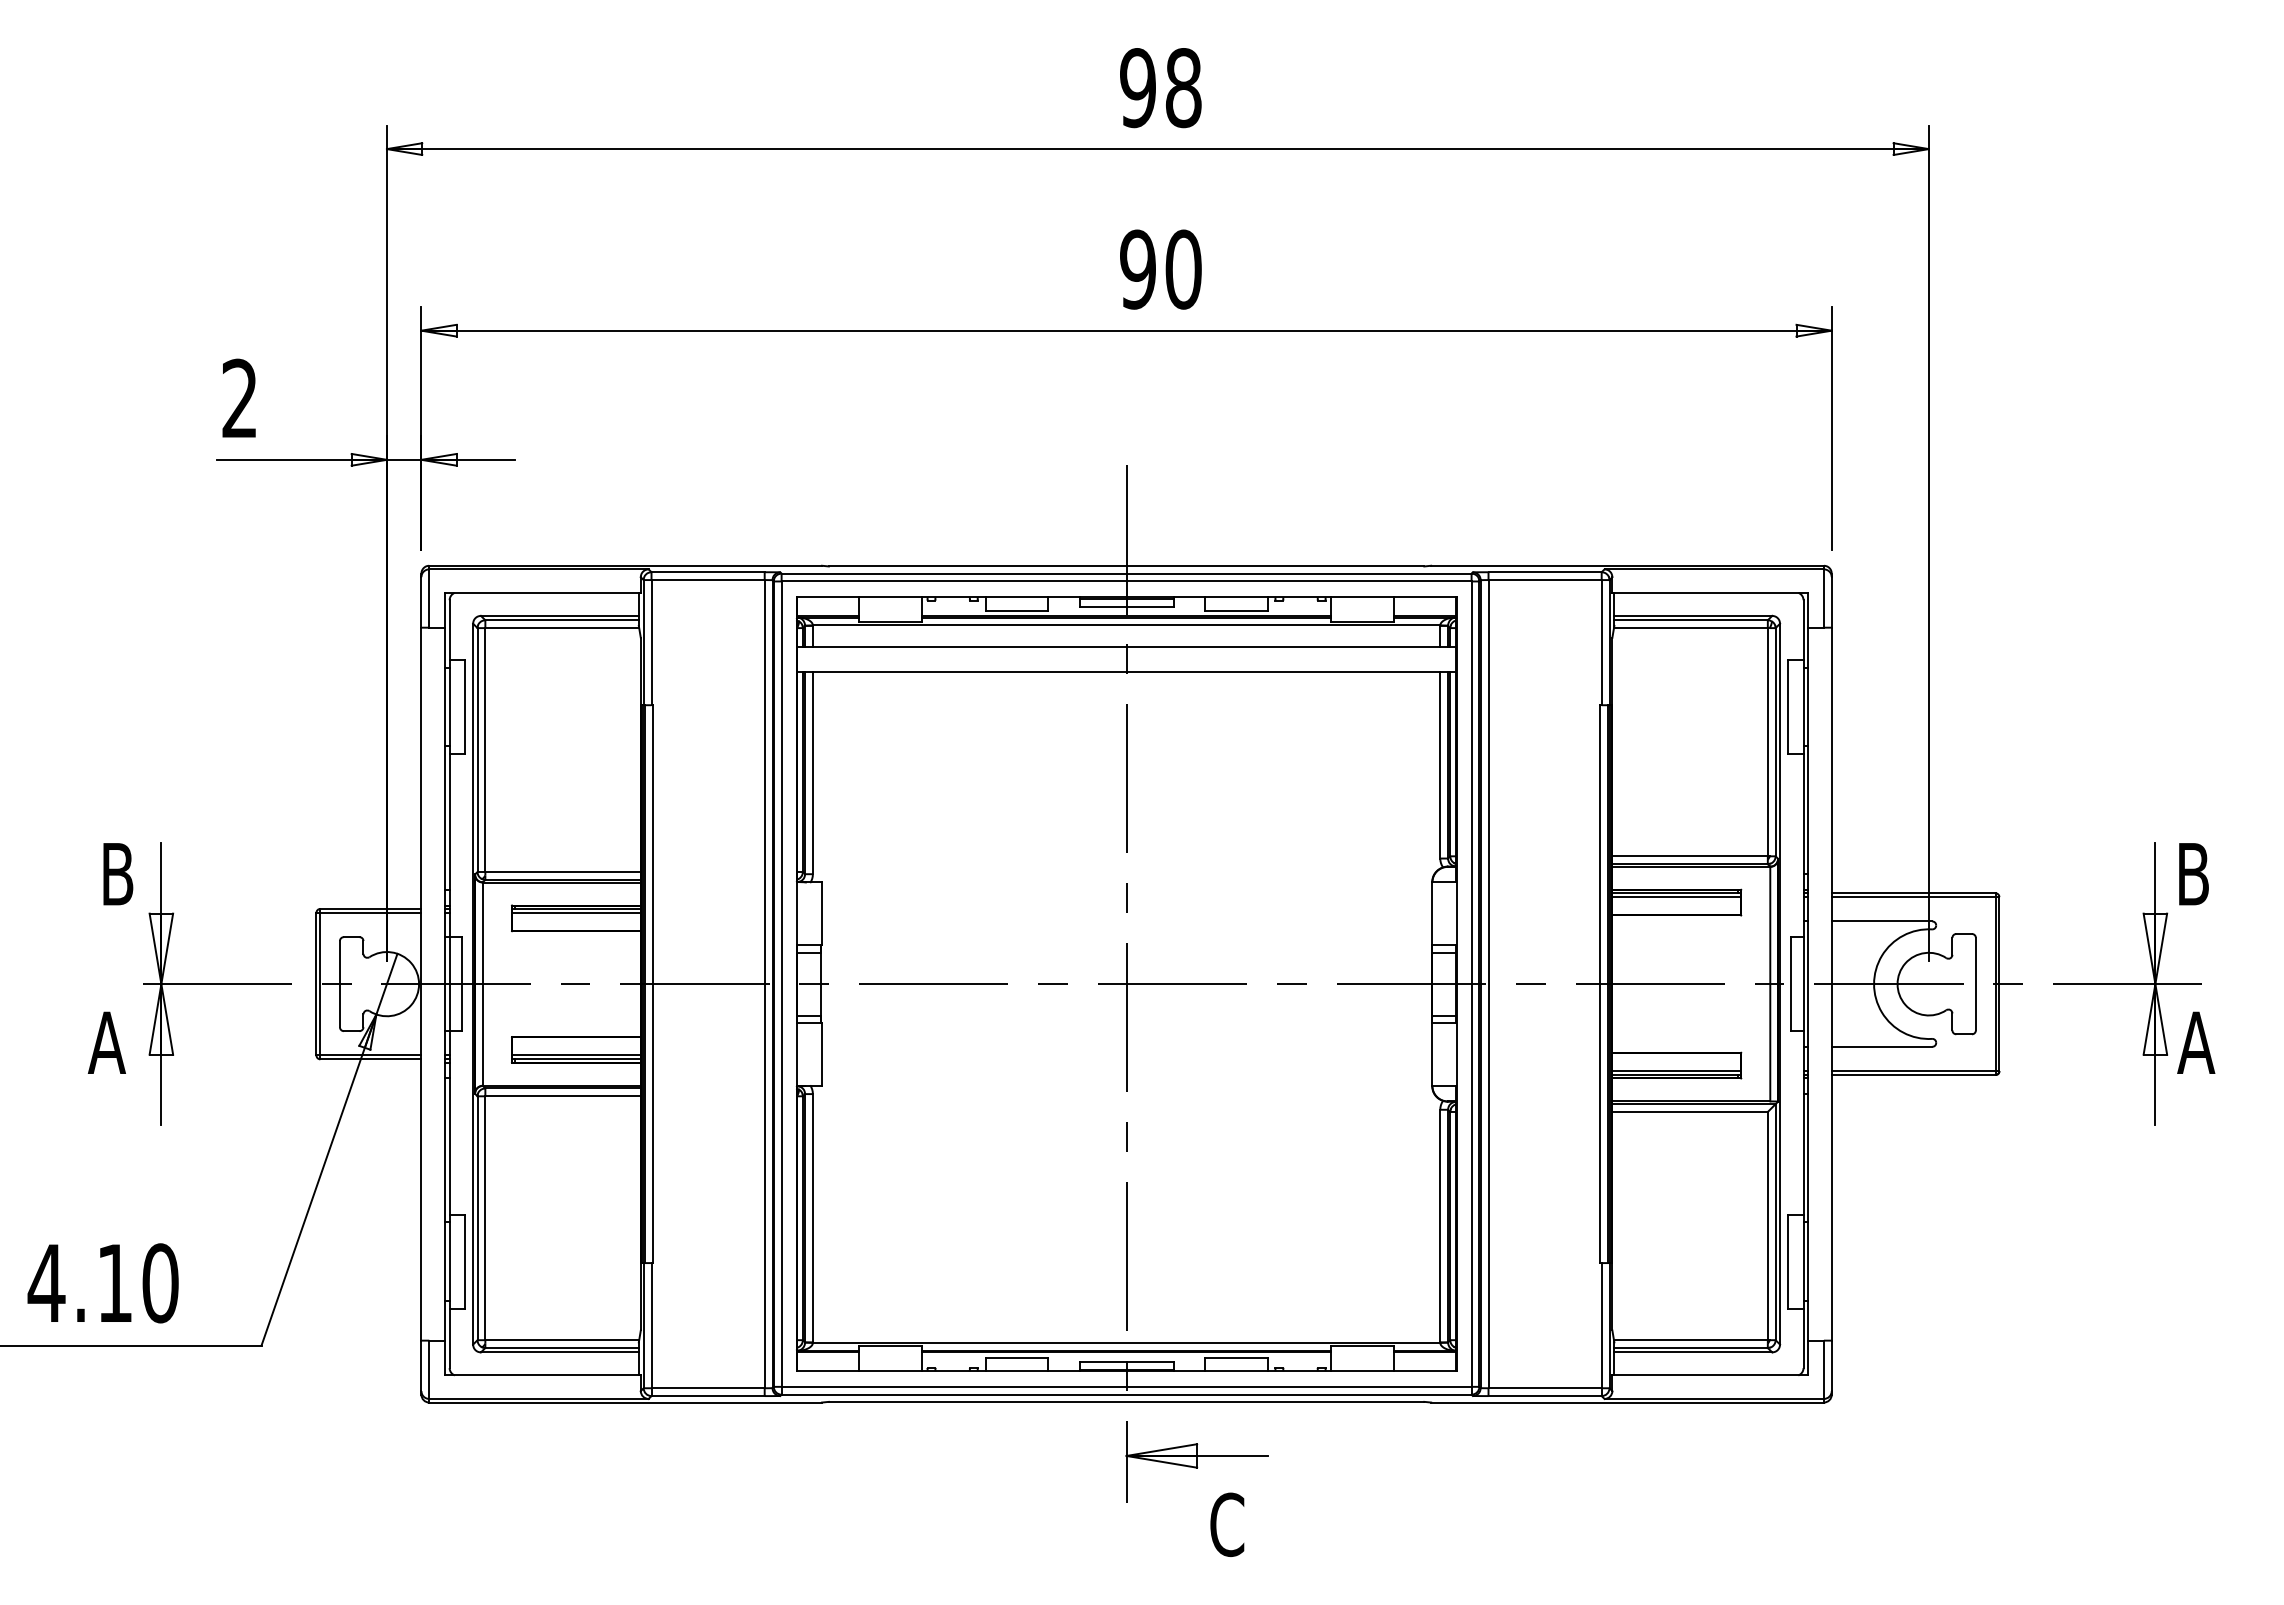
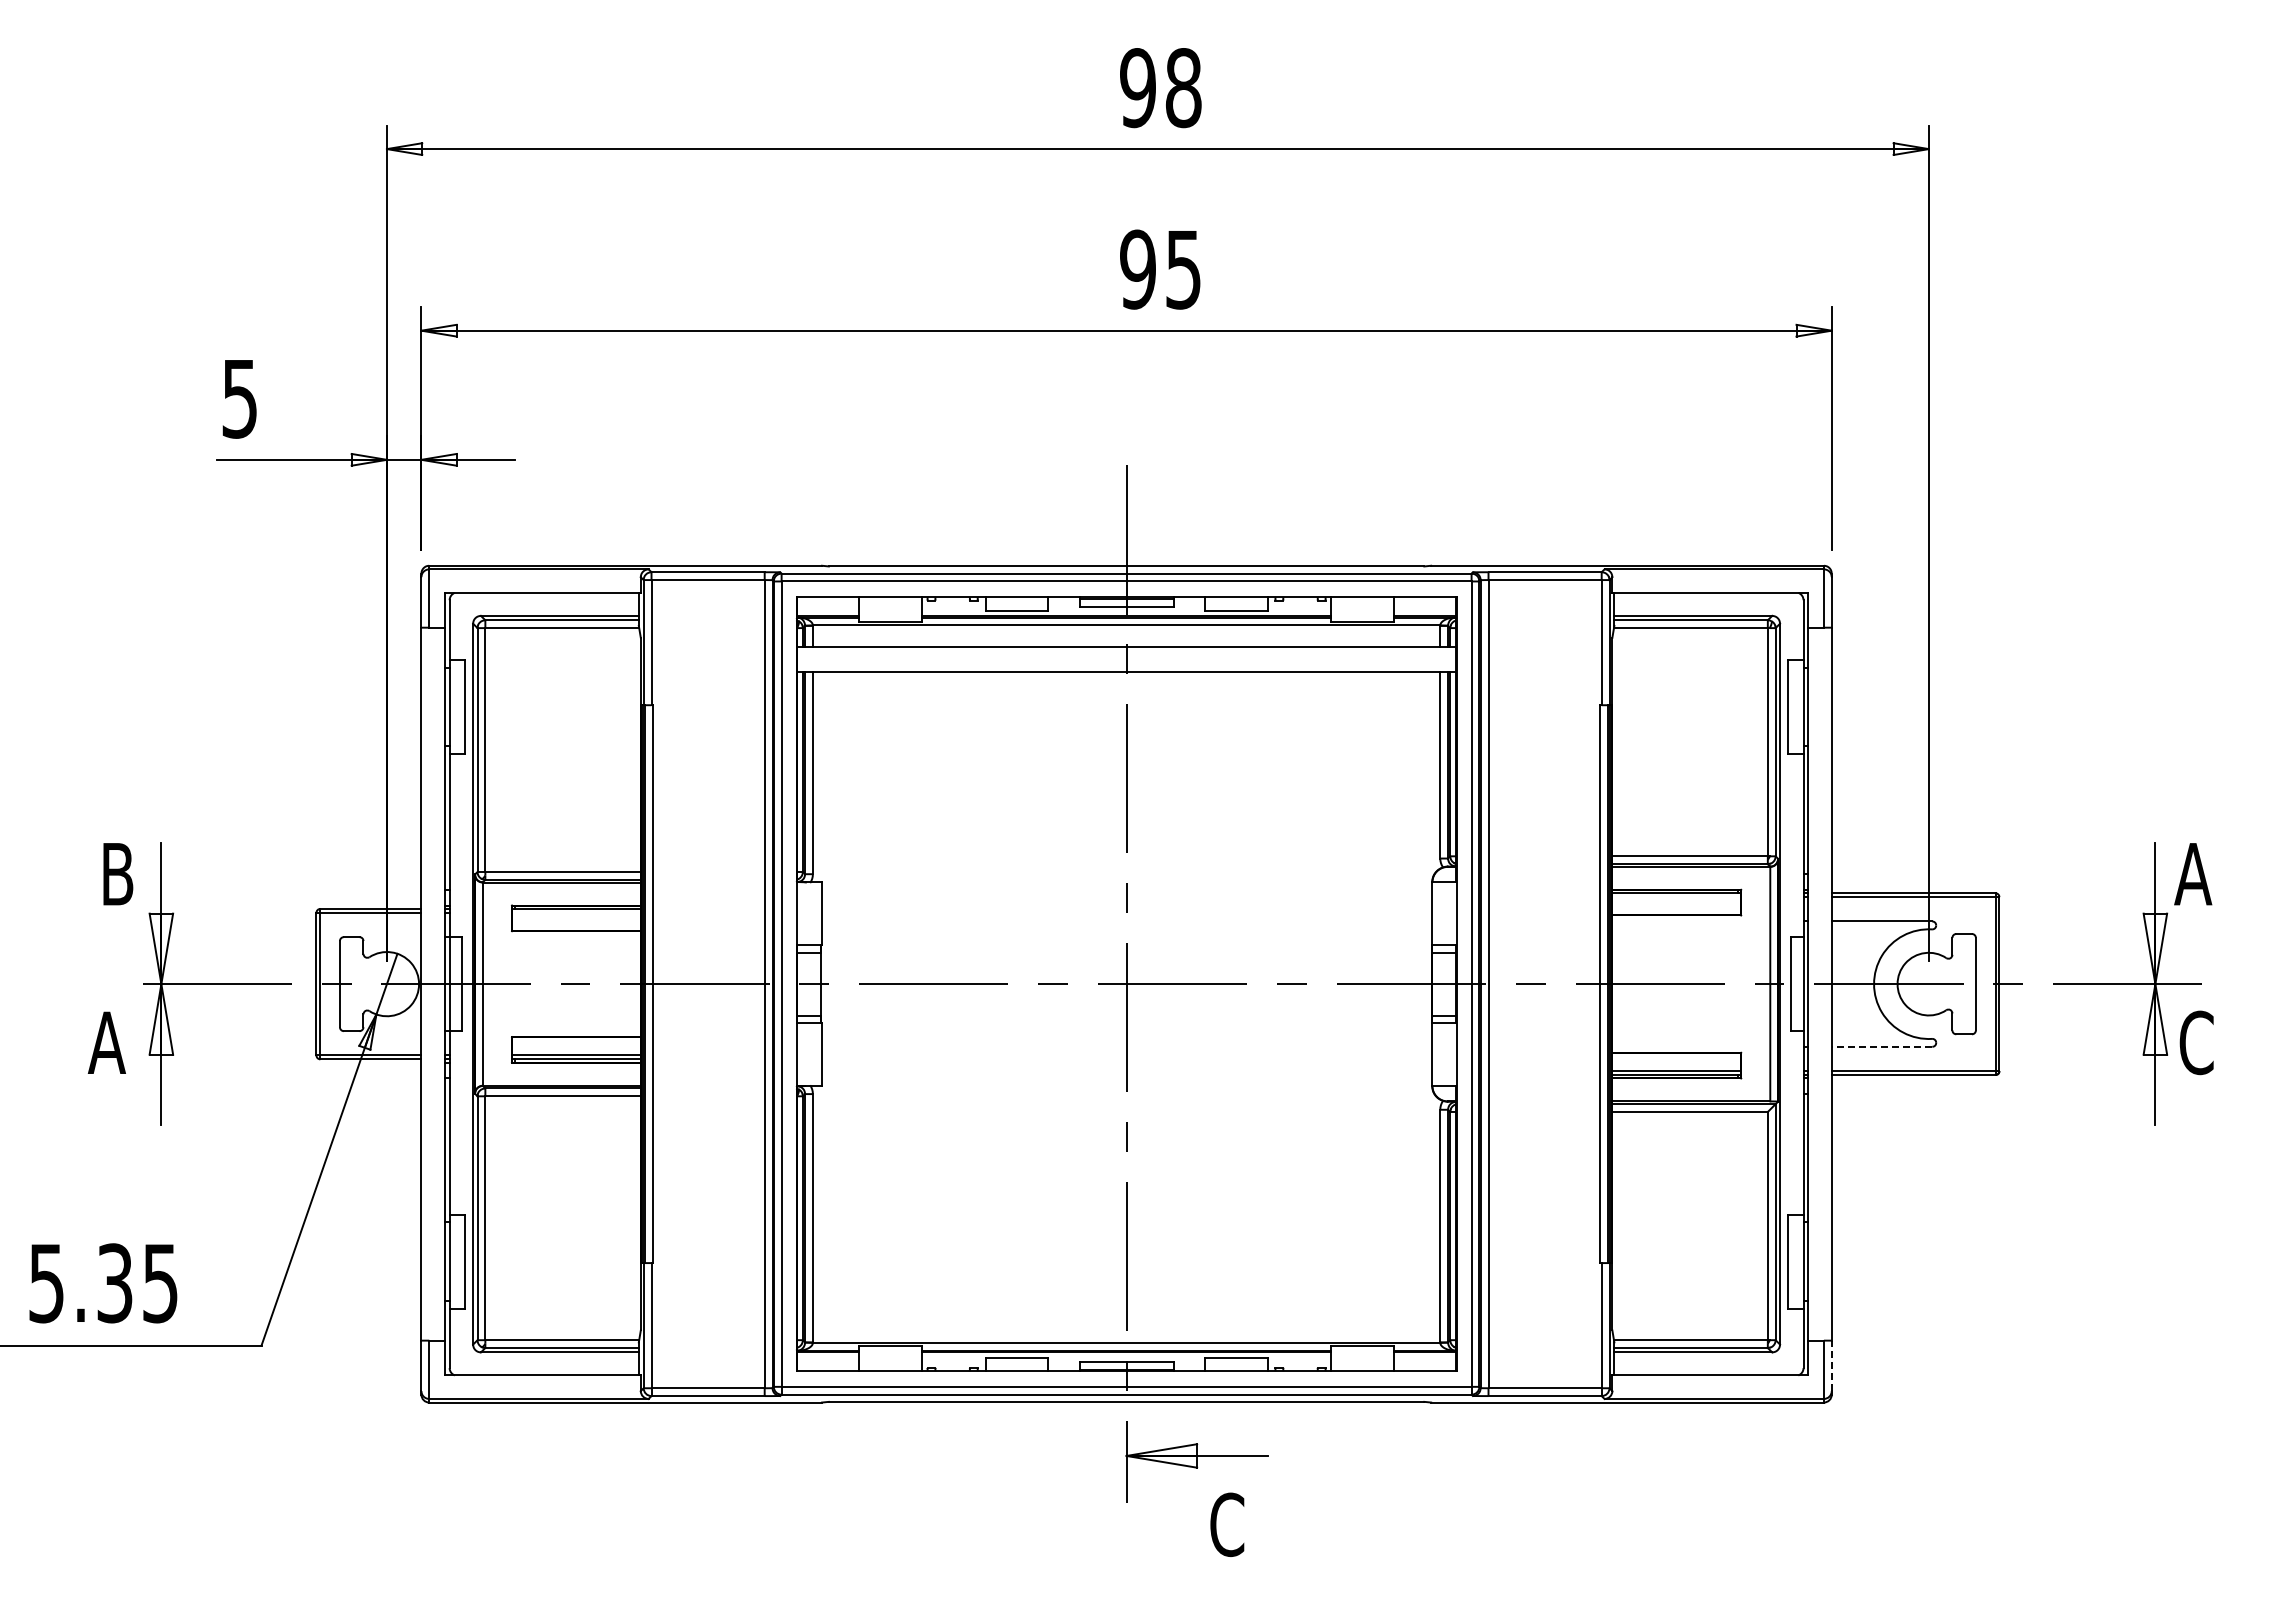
text at (1183, 269): 90 -> 95
text at (239, 398): 2 -> 5
text at (2193, 874): B -> A
line at (1676, 897): present -> none
line at (576, 912): present -> none
text at (2196, 1042): A -> C
line at (1881, 1046): solid -> dashed
text at (102, 1283): 4.10 -> 5.35
line at (1831, 1365): solid -> dashed
